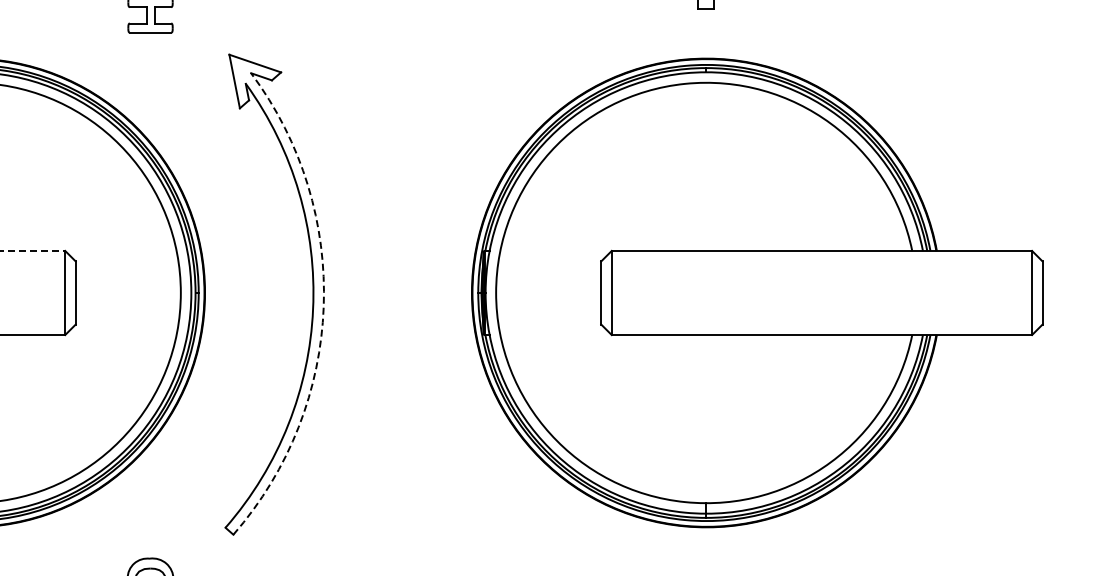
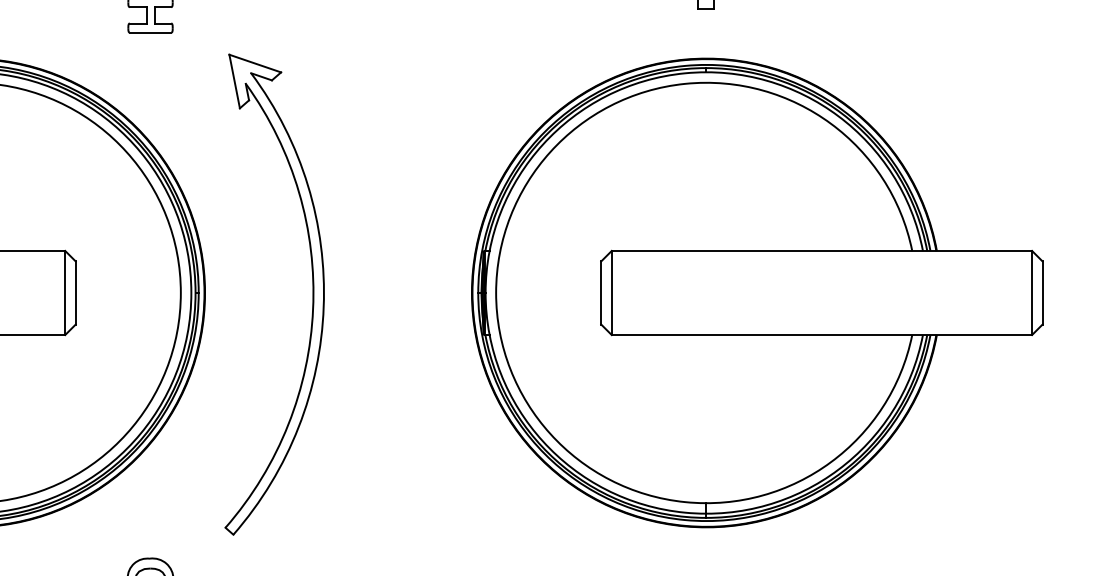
line at (33, 250): dashed -> solid
arc at (323, 307): dashed -> solid
